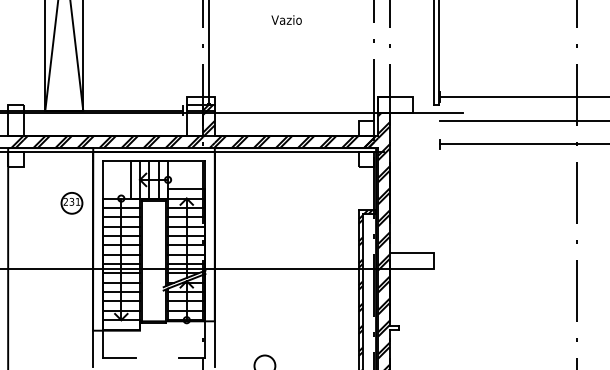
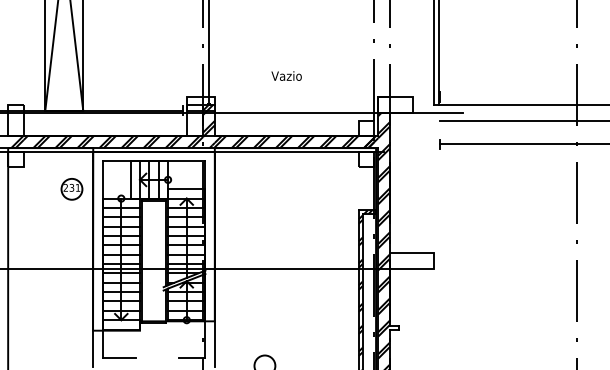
text at (286, 19) position: (286, 19) -> (286, 75)
line at (523, 96) position: (523, 96) -> (523, 104)
part at (71, 203) position: (71, 203) -> (71, 189)
